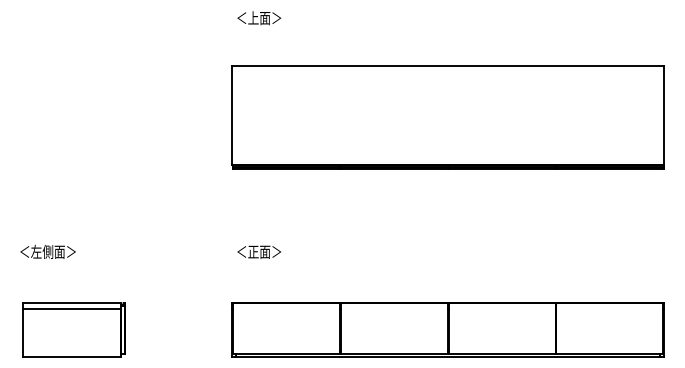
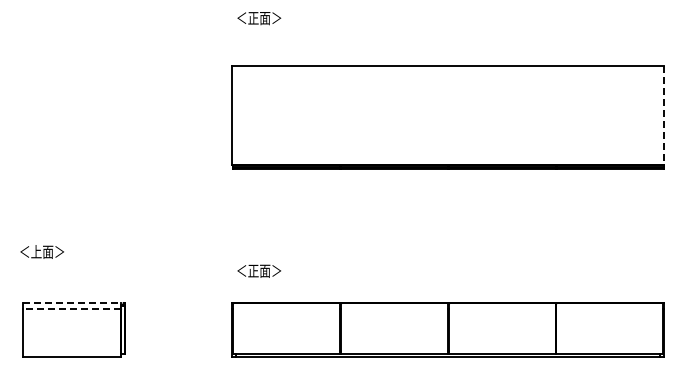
text at (253, 17): ＜上面＞ -> ＜正面＞
line at (664, 116): solid -> dashed
text at (53, 251): ＜左側面＞ -> ＜上面＞
text at (259, 251) position: (259, 251) -> (259, 270)
line at (72, 302): solid -> dashed
line at (71, 308): solid -> dashed
